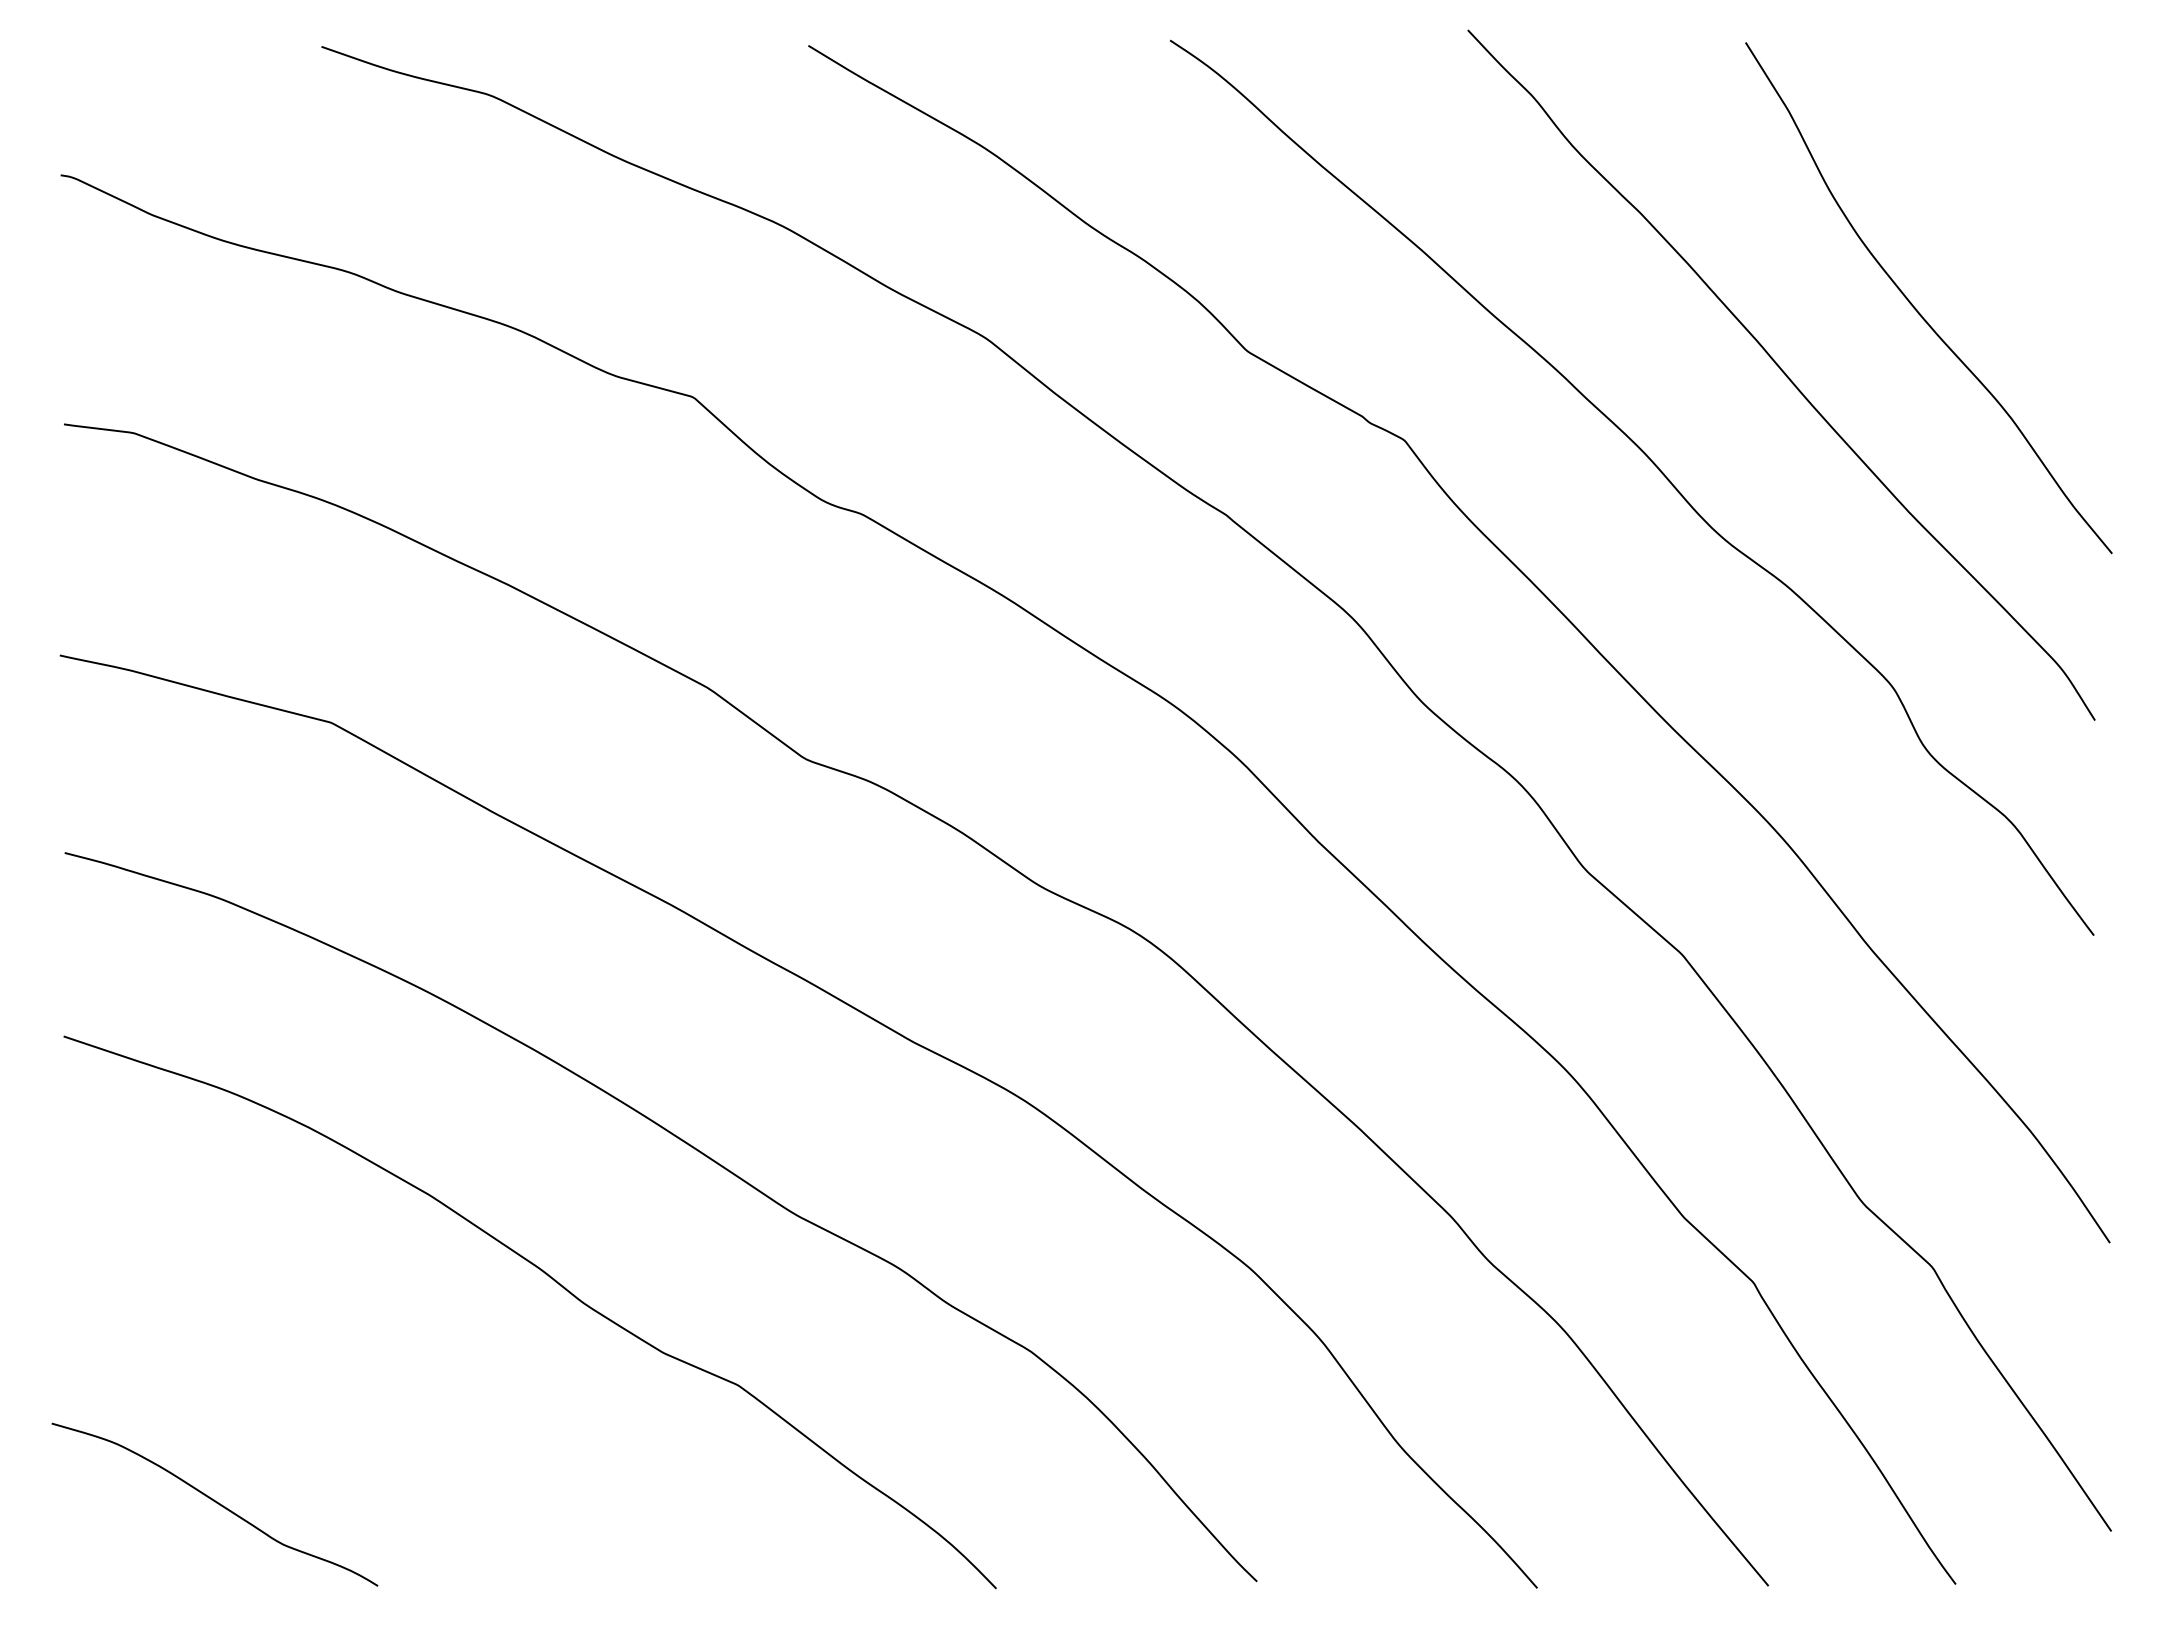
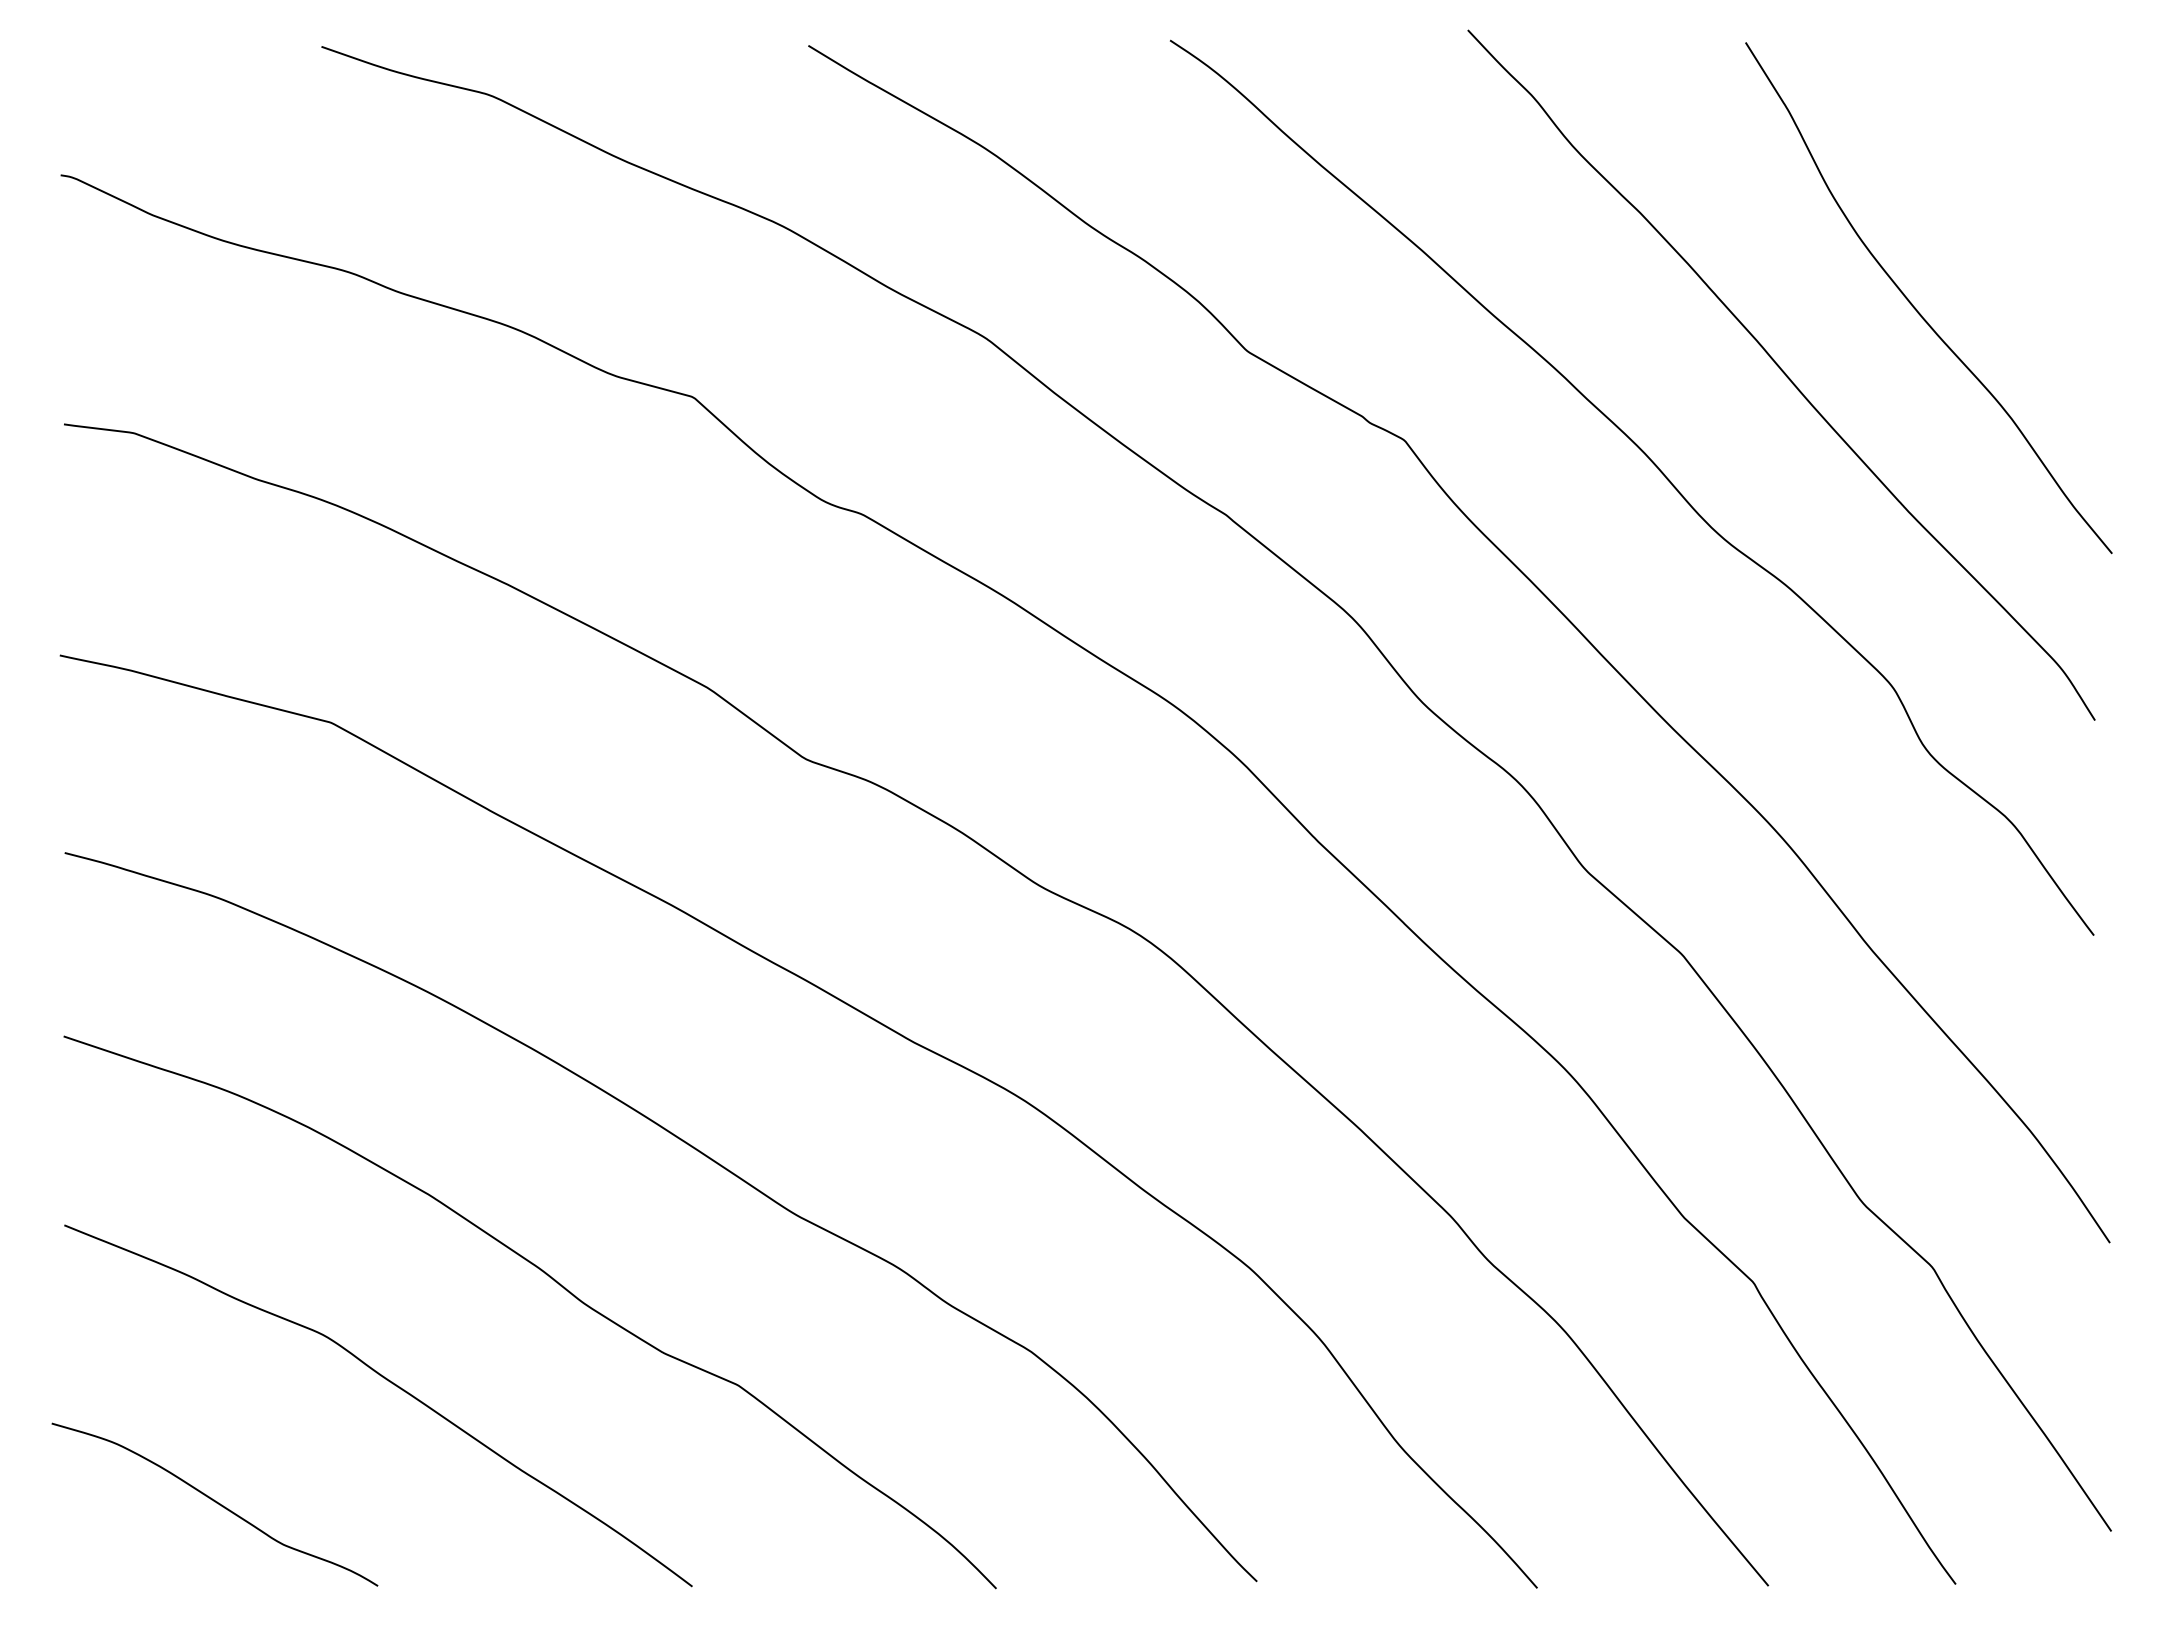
curve at (392, 1384): none -> present
